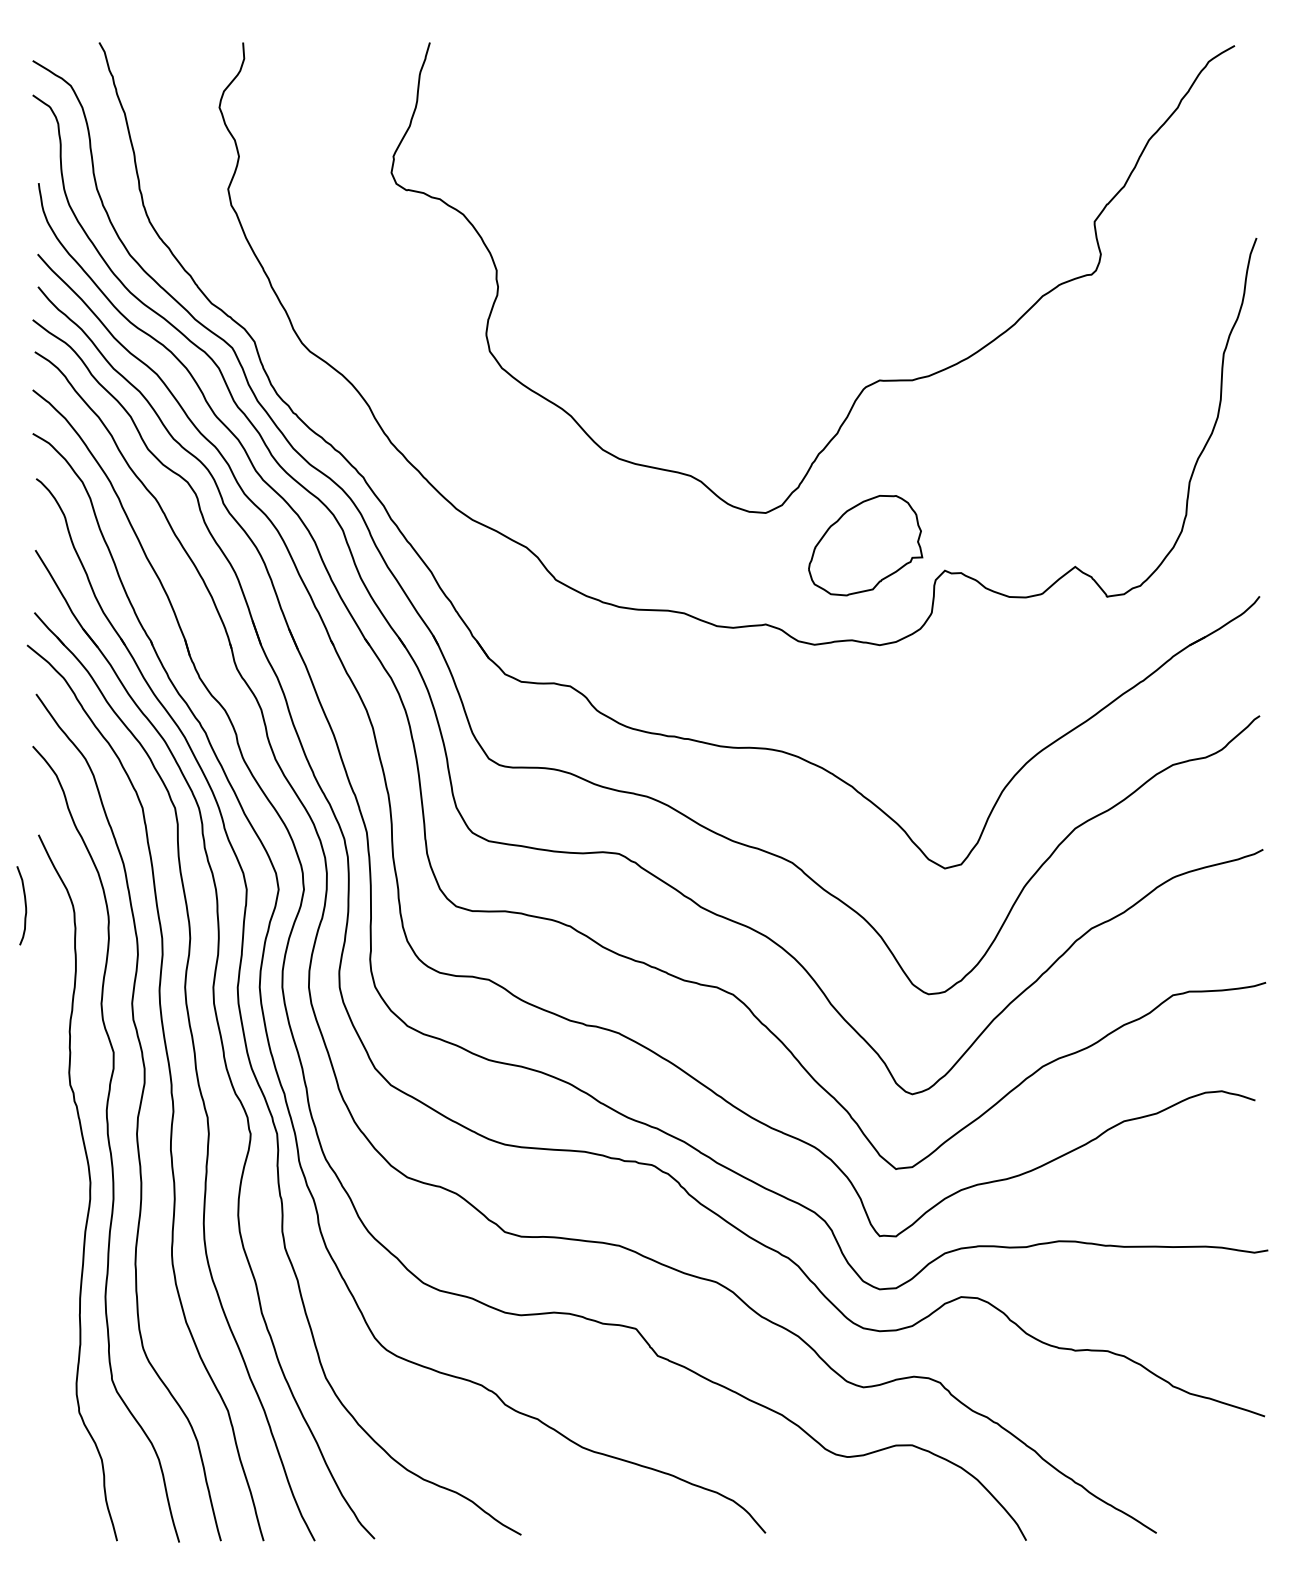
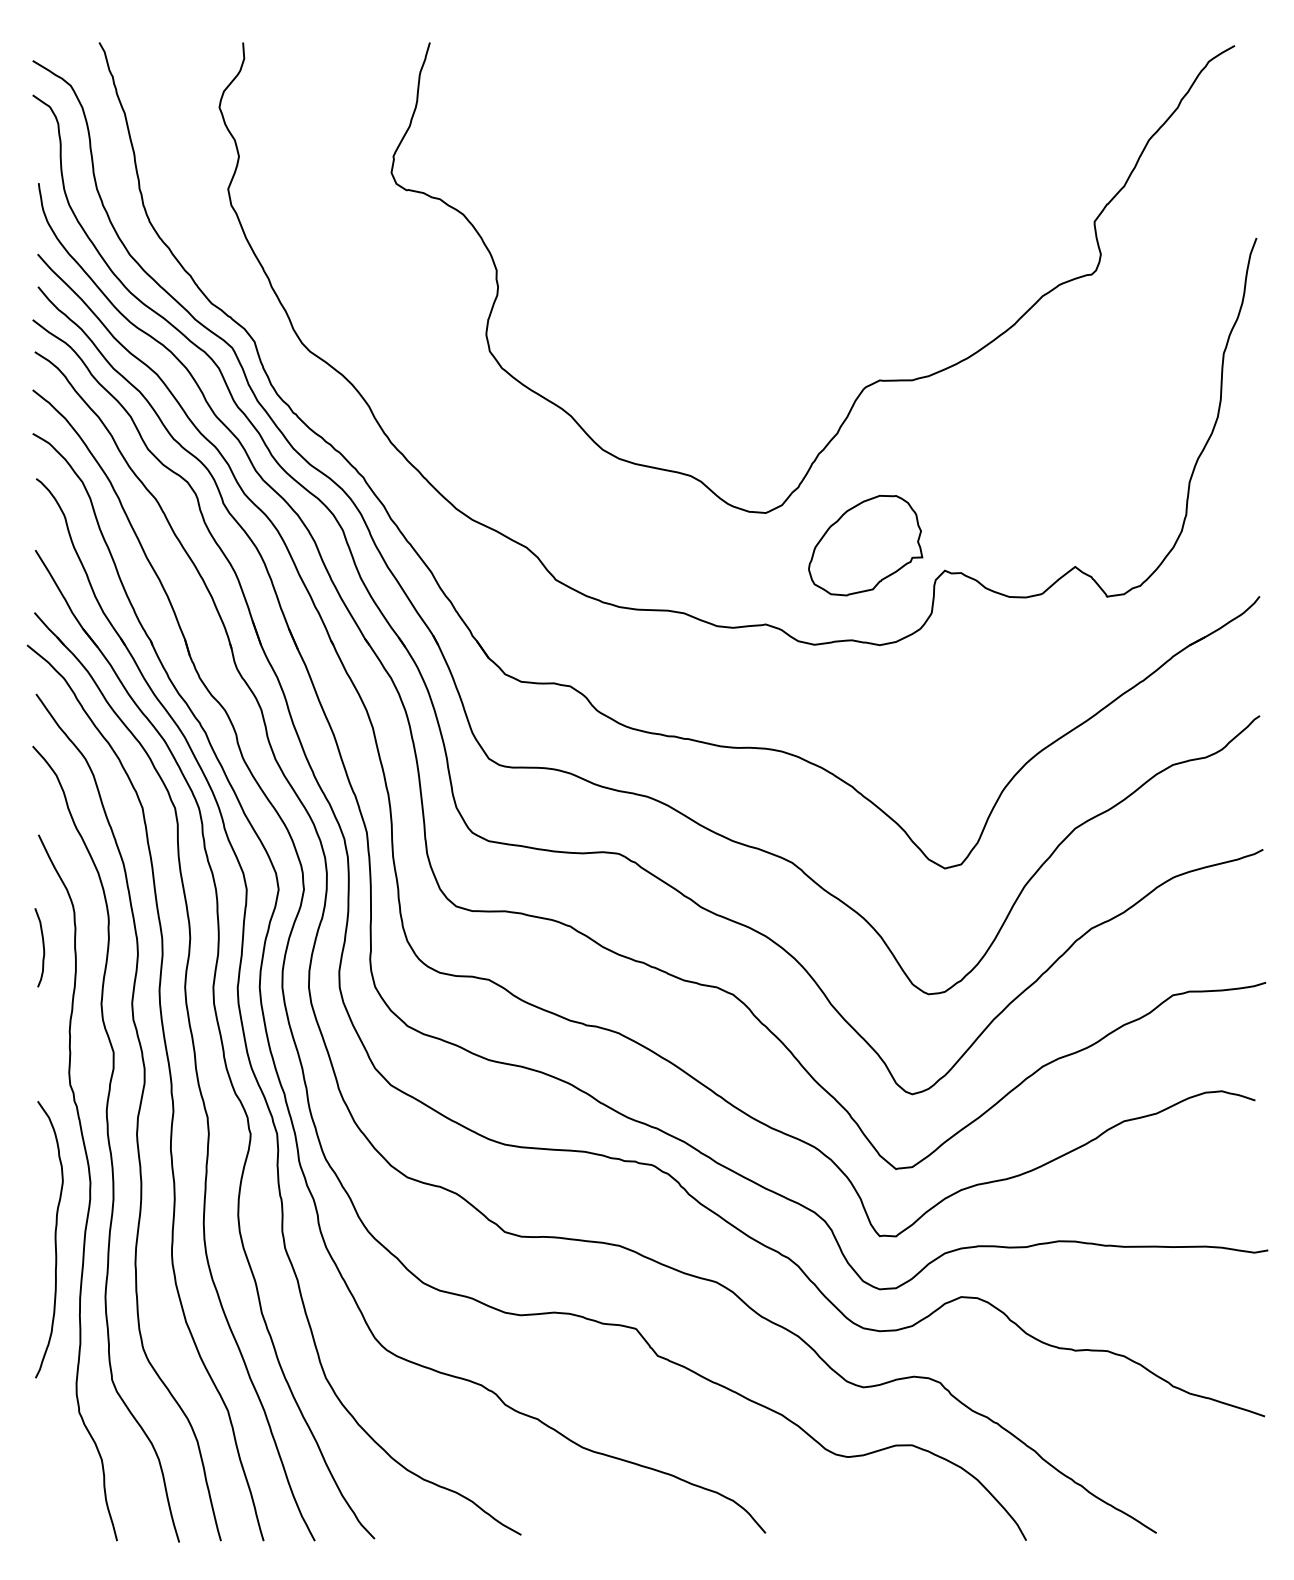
curve at (24, 904) position: (24, 904) -> (42, 946)
curve at (54, 1239): none -> present
